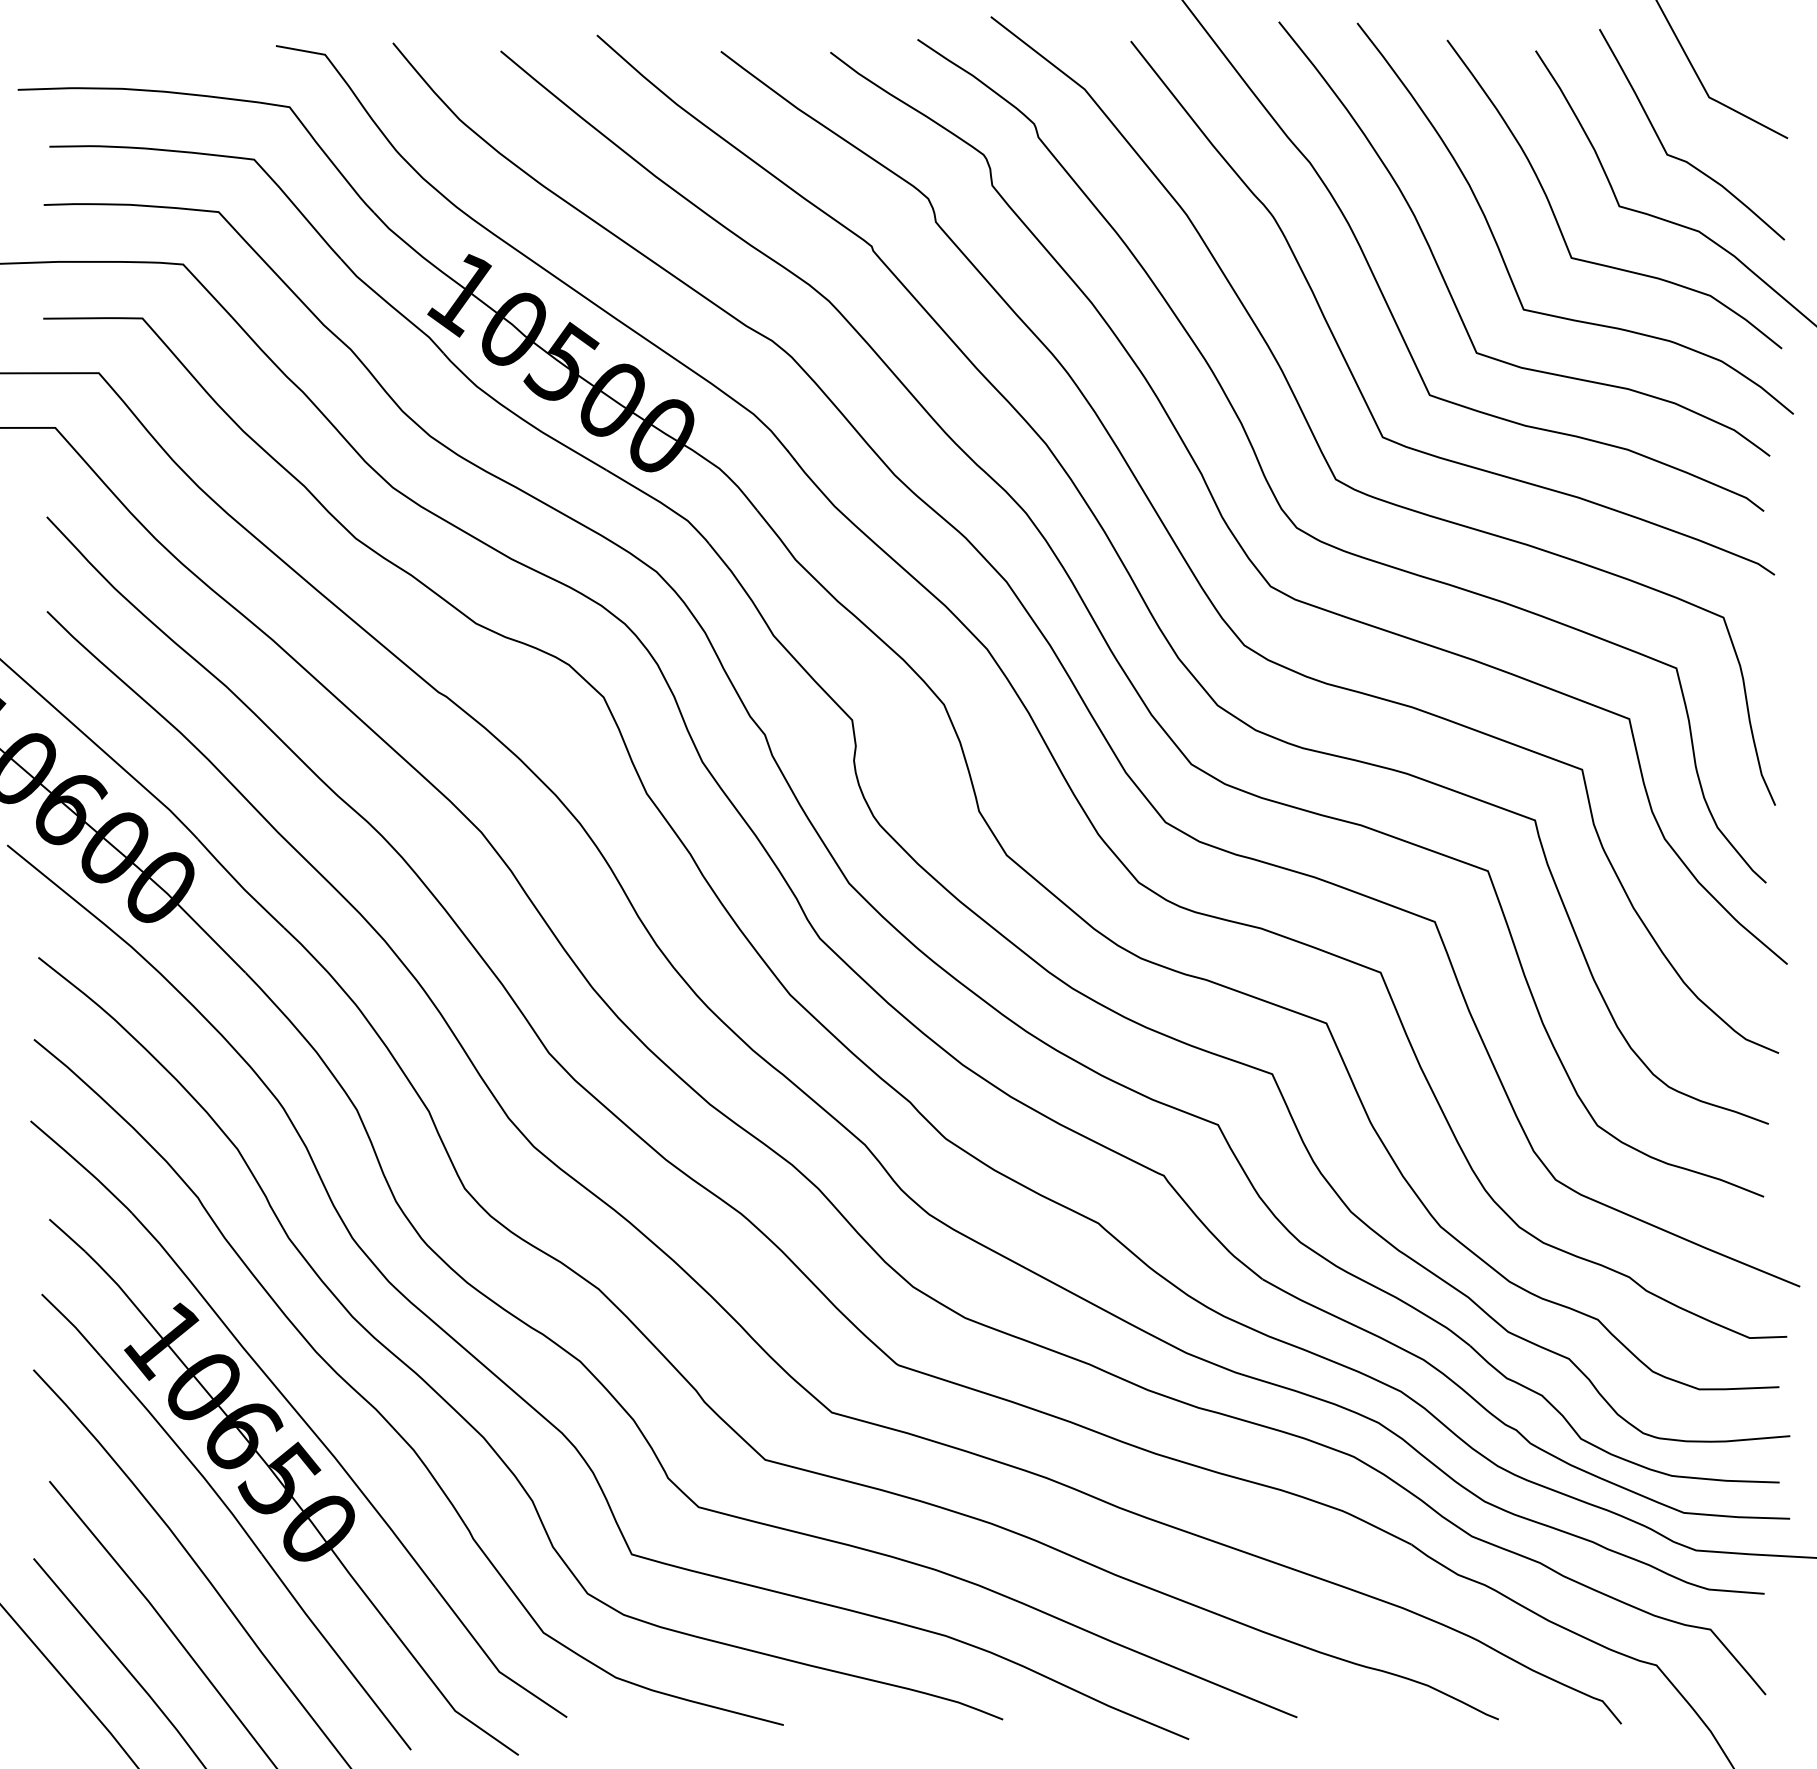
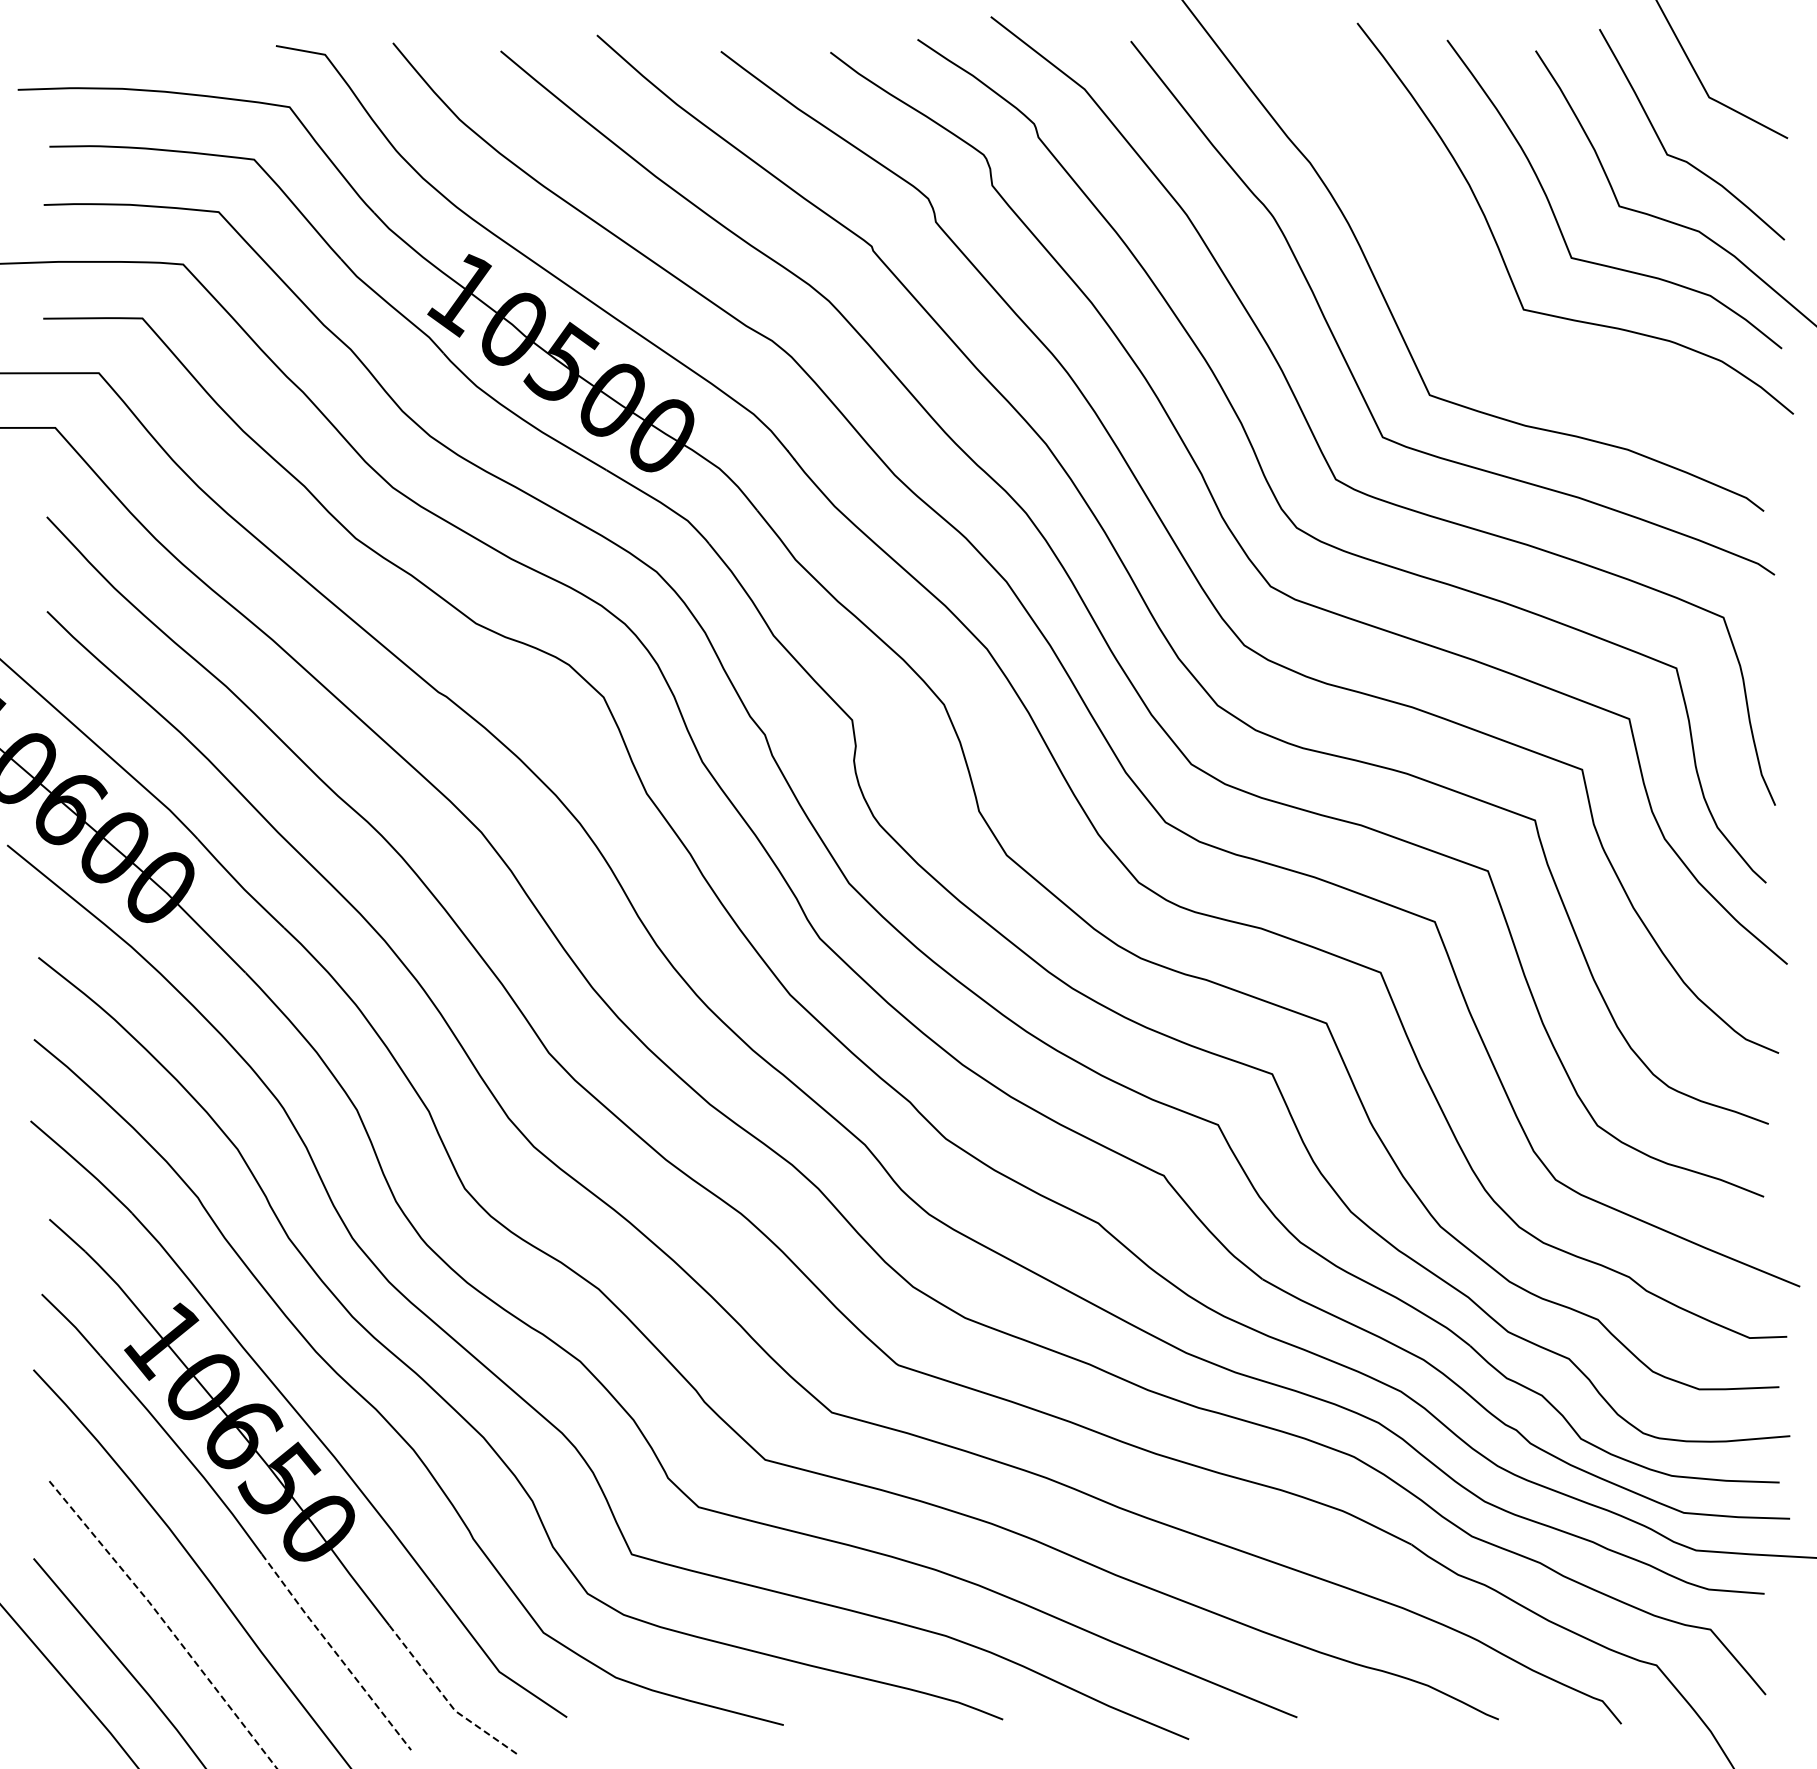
curve at (1442, 273): present -> none
line at (165, 1623): solid -> dashed
line at (334, 1651): solid -> dashed
line at (446, 1699): solid -> dashed
